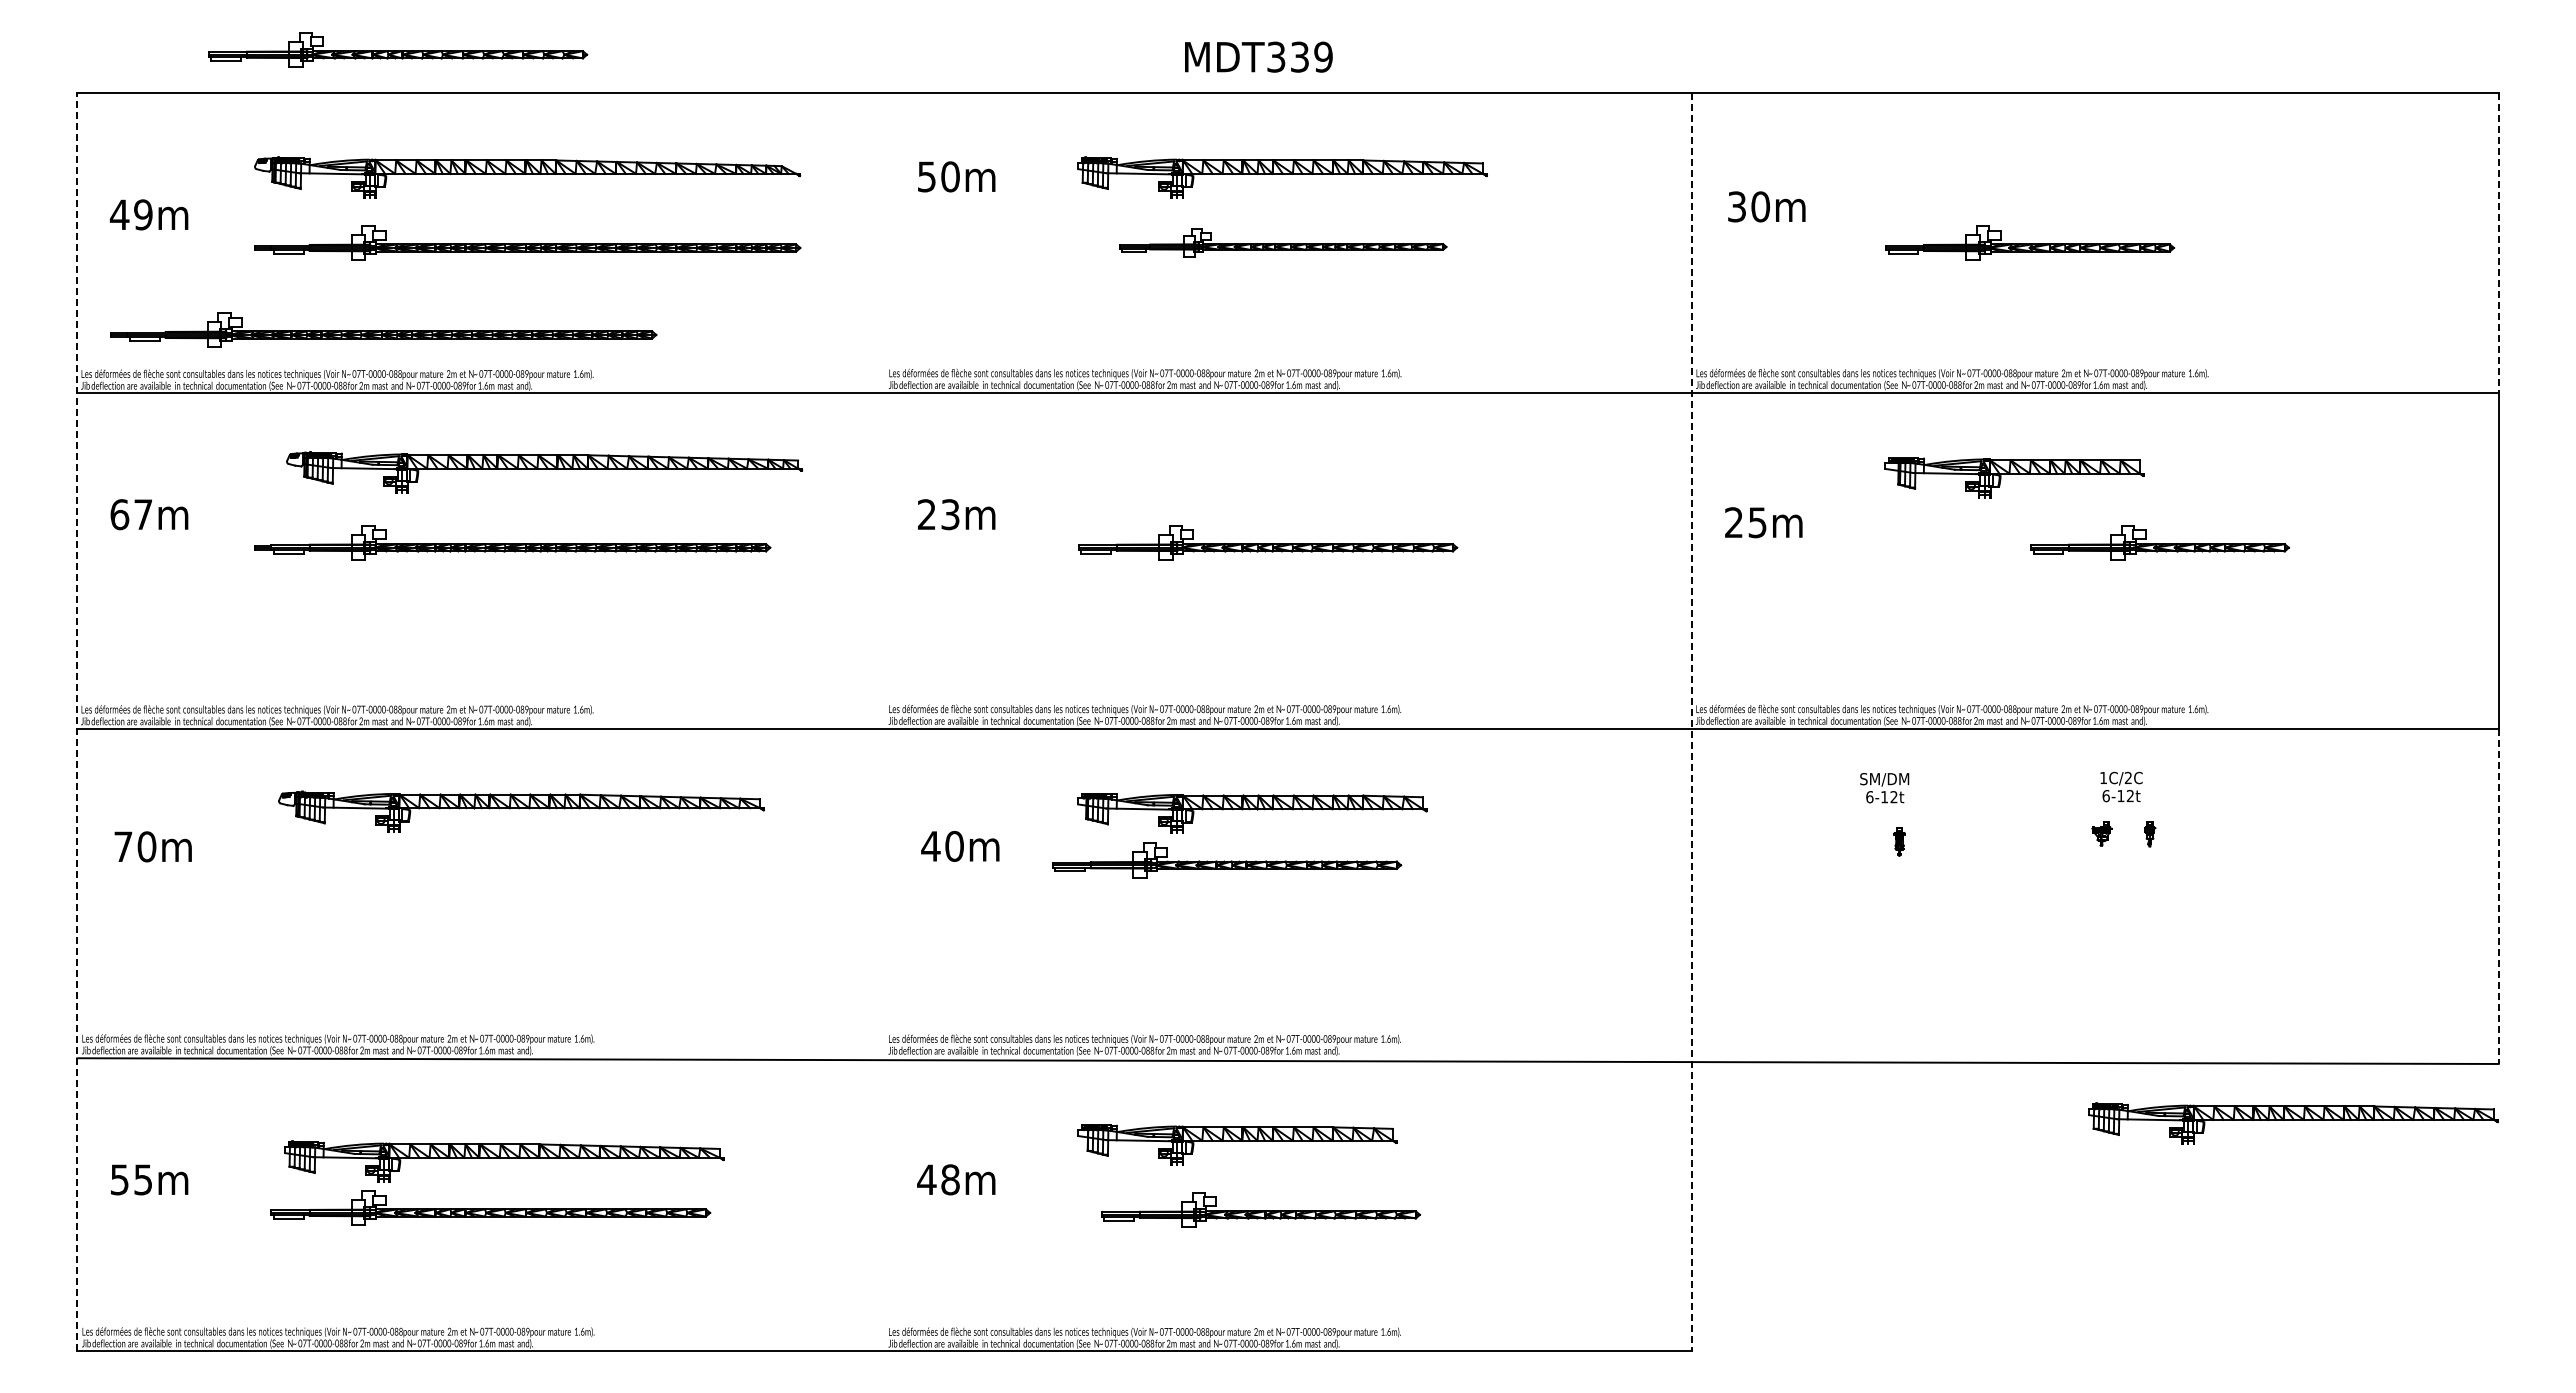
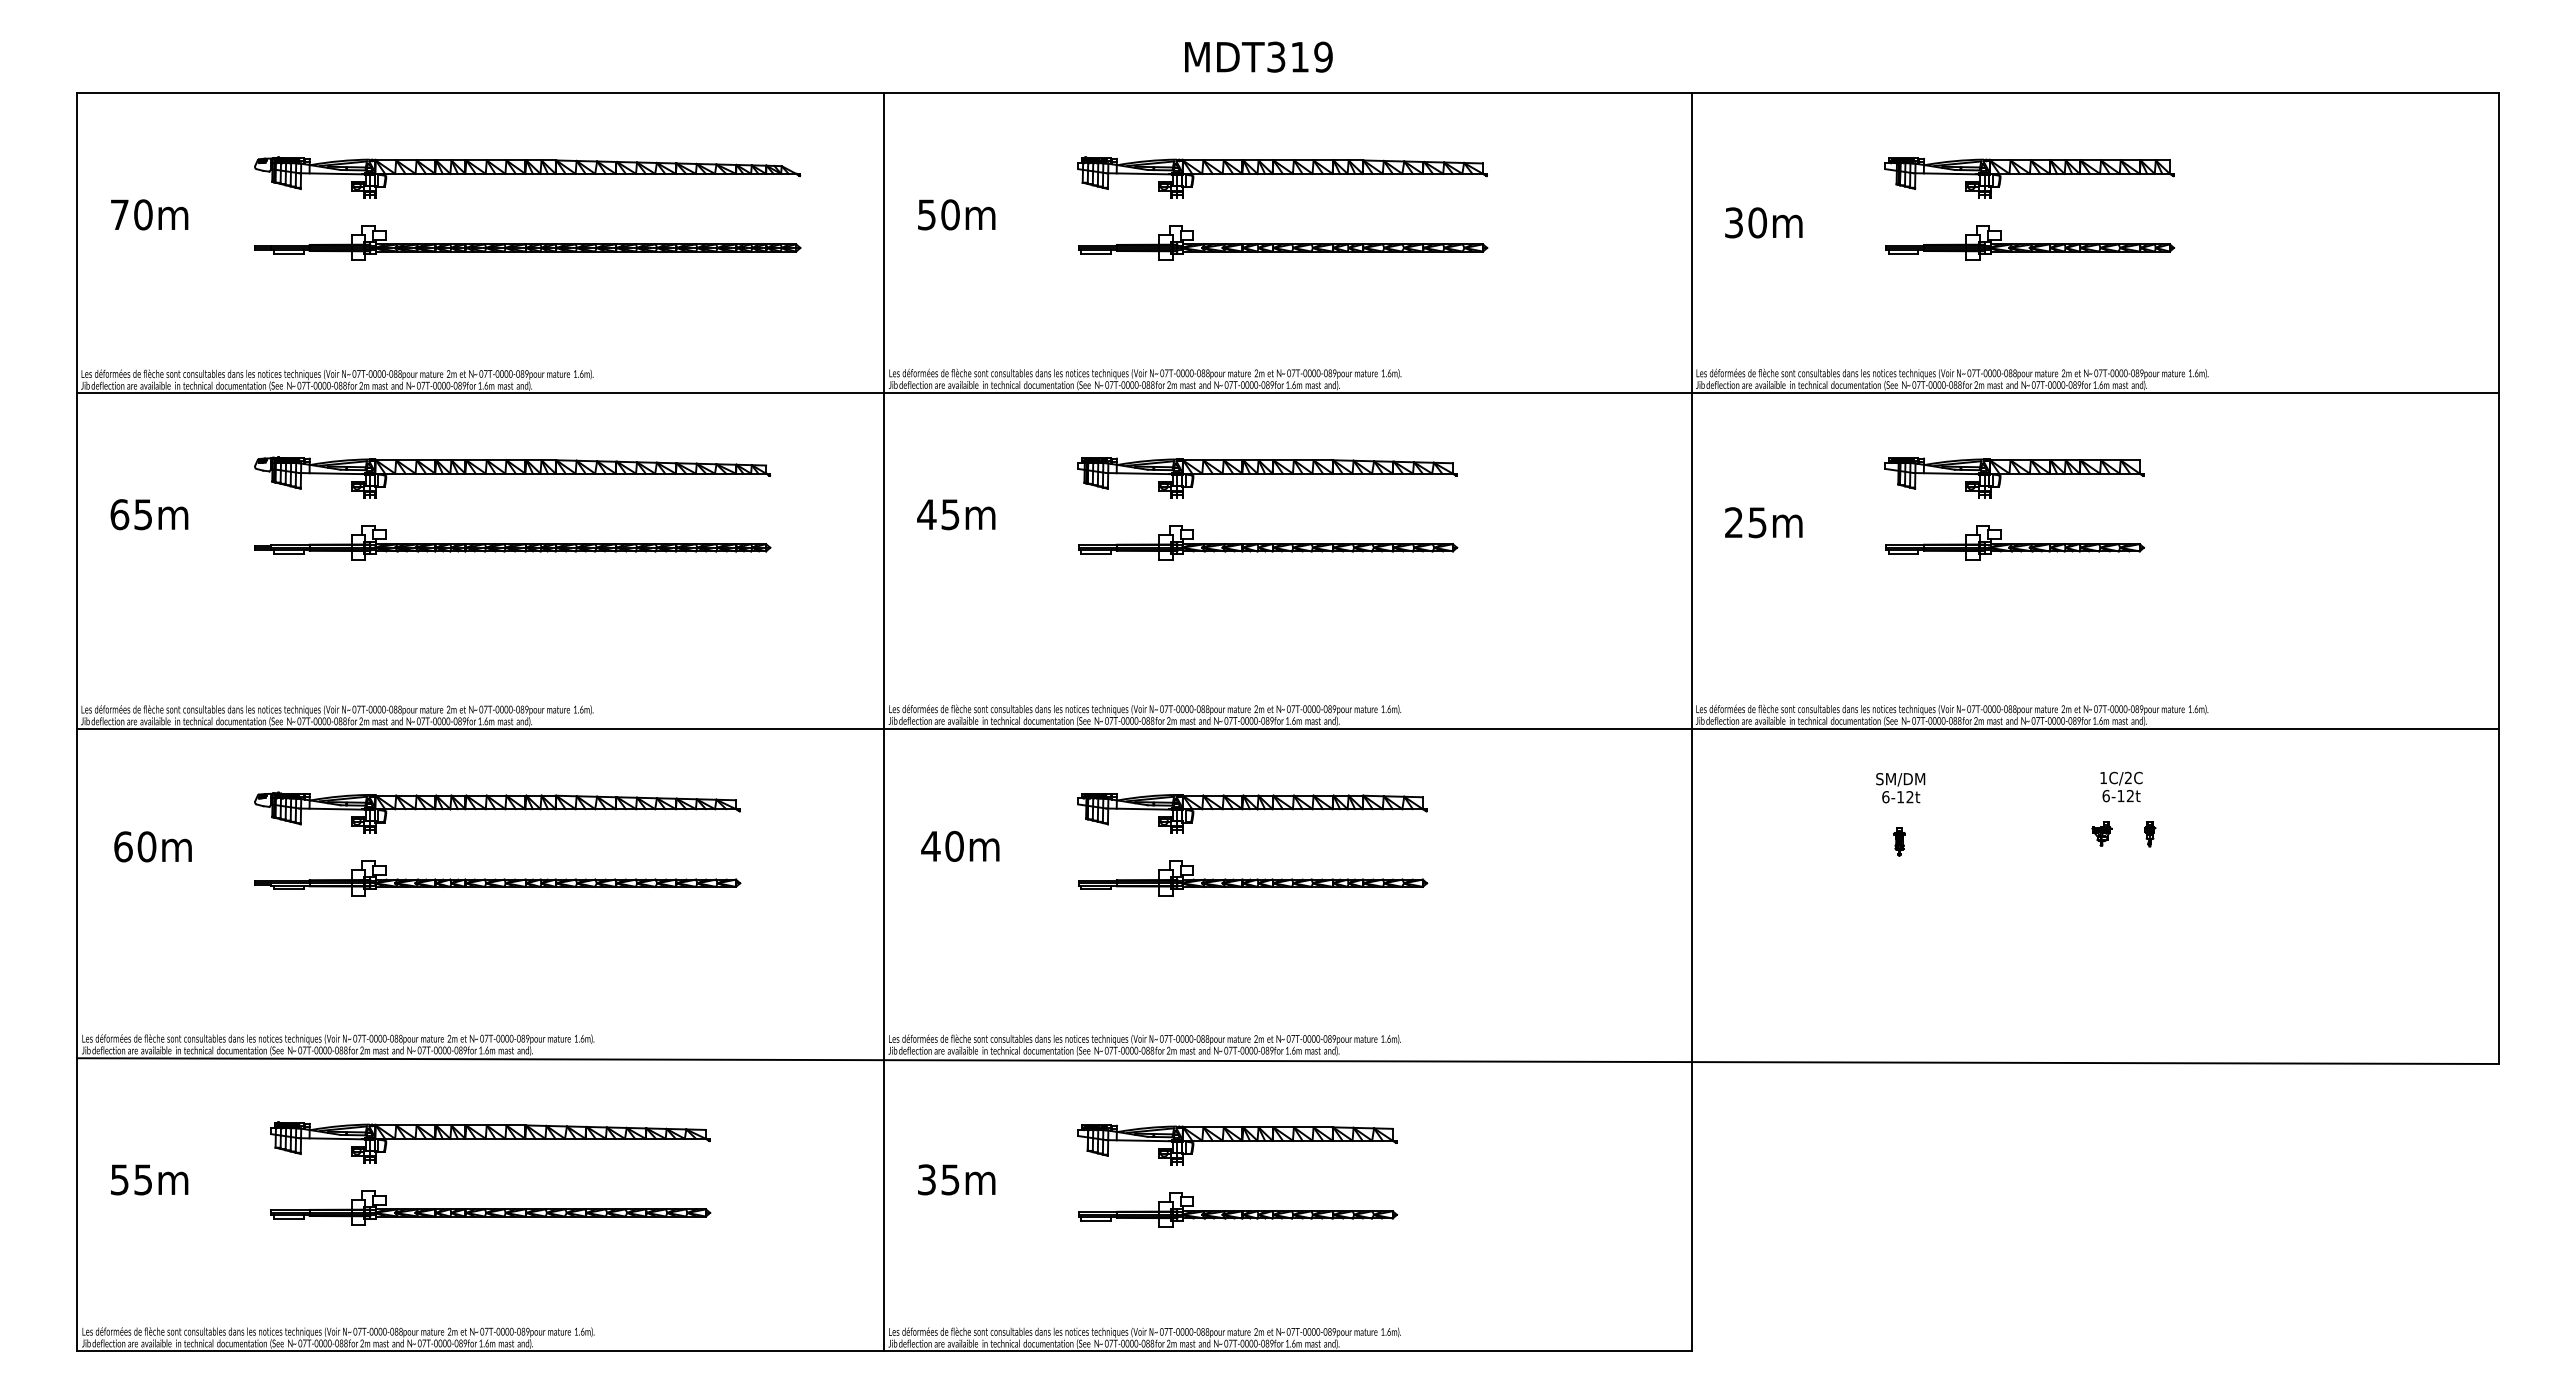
part at (398, 49): present -> none
text at (1299, 56): MDT339 -> MDT319
text at (956, 176) position: (956, 176) -> (956, 214)
part at (2029, 177): none -> present
text at (1766, 206) position: (1766, 206) -> (1763, 222)
text at (130, 214): 49m -> 70m
part at (1283, 242) size: 329x30 px -> 411x36 px
line at (2498, 243): dashed -> solid
part at (383, 329): present -> none
part at (544, 472) position: (544, 472) -> (512, 477)
part at (1267, 477): none -> present
text at (143, 514): 67m -> 65m
text at (938, 514): 23m -> 45m
part at (2160, 542) position: (2160, 542) -> (2015, 542)
line at (77, 721): dashed -> solid
line at (884, 722): none -> present
line at (1691, 722): dashed -> solid
text at (1884, 788) position: (1884, 788) -> (1900, 788)
part at (521, 811) position: (521, 811) -> (497, 812)
text at (123, 846): 70m -> 60m
part at (1227, 860) position: (1227, 860) -> (1253, 878)
part at (497, 878): none -> present
line at (2498, 896): dashed -> solid
part at (2293, 1123): present -> none
part at (504, 1161) position: (504, 1161) -> (490, 1142)
text at (938, 1179): 48m -> 35m
part at (1261, 1209) position: (1261, 1209) -> (1238, 1209)
